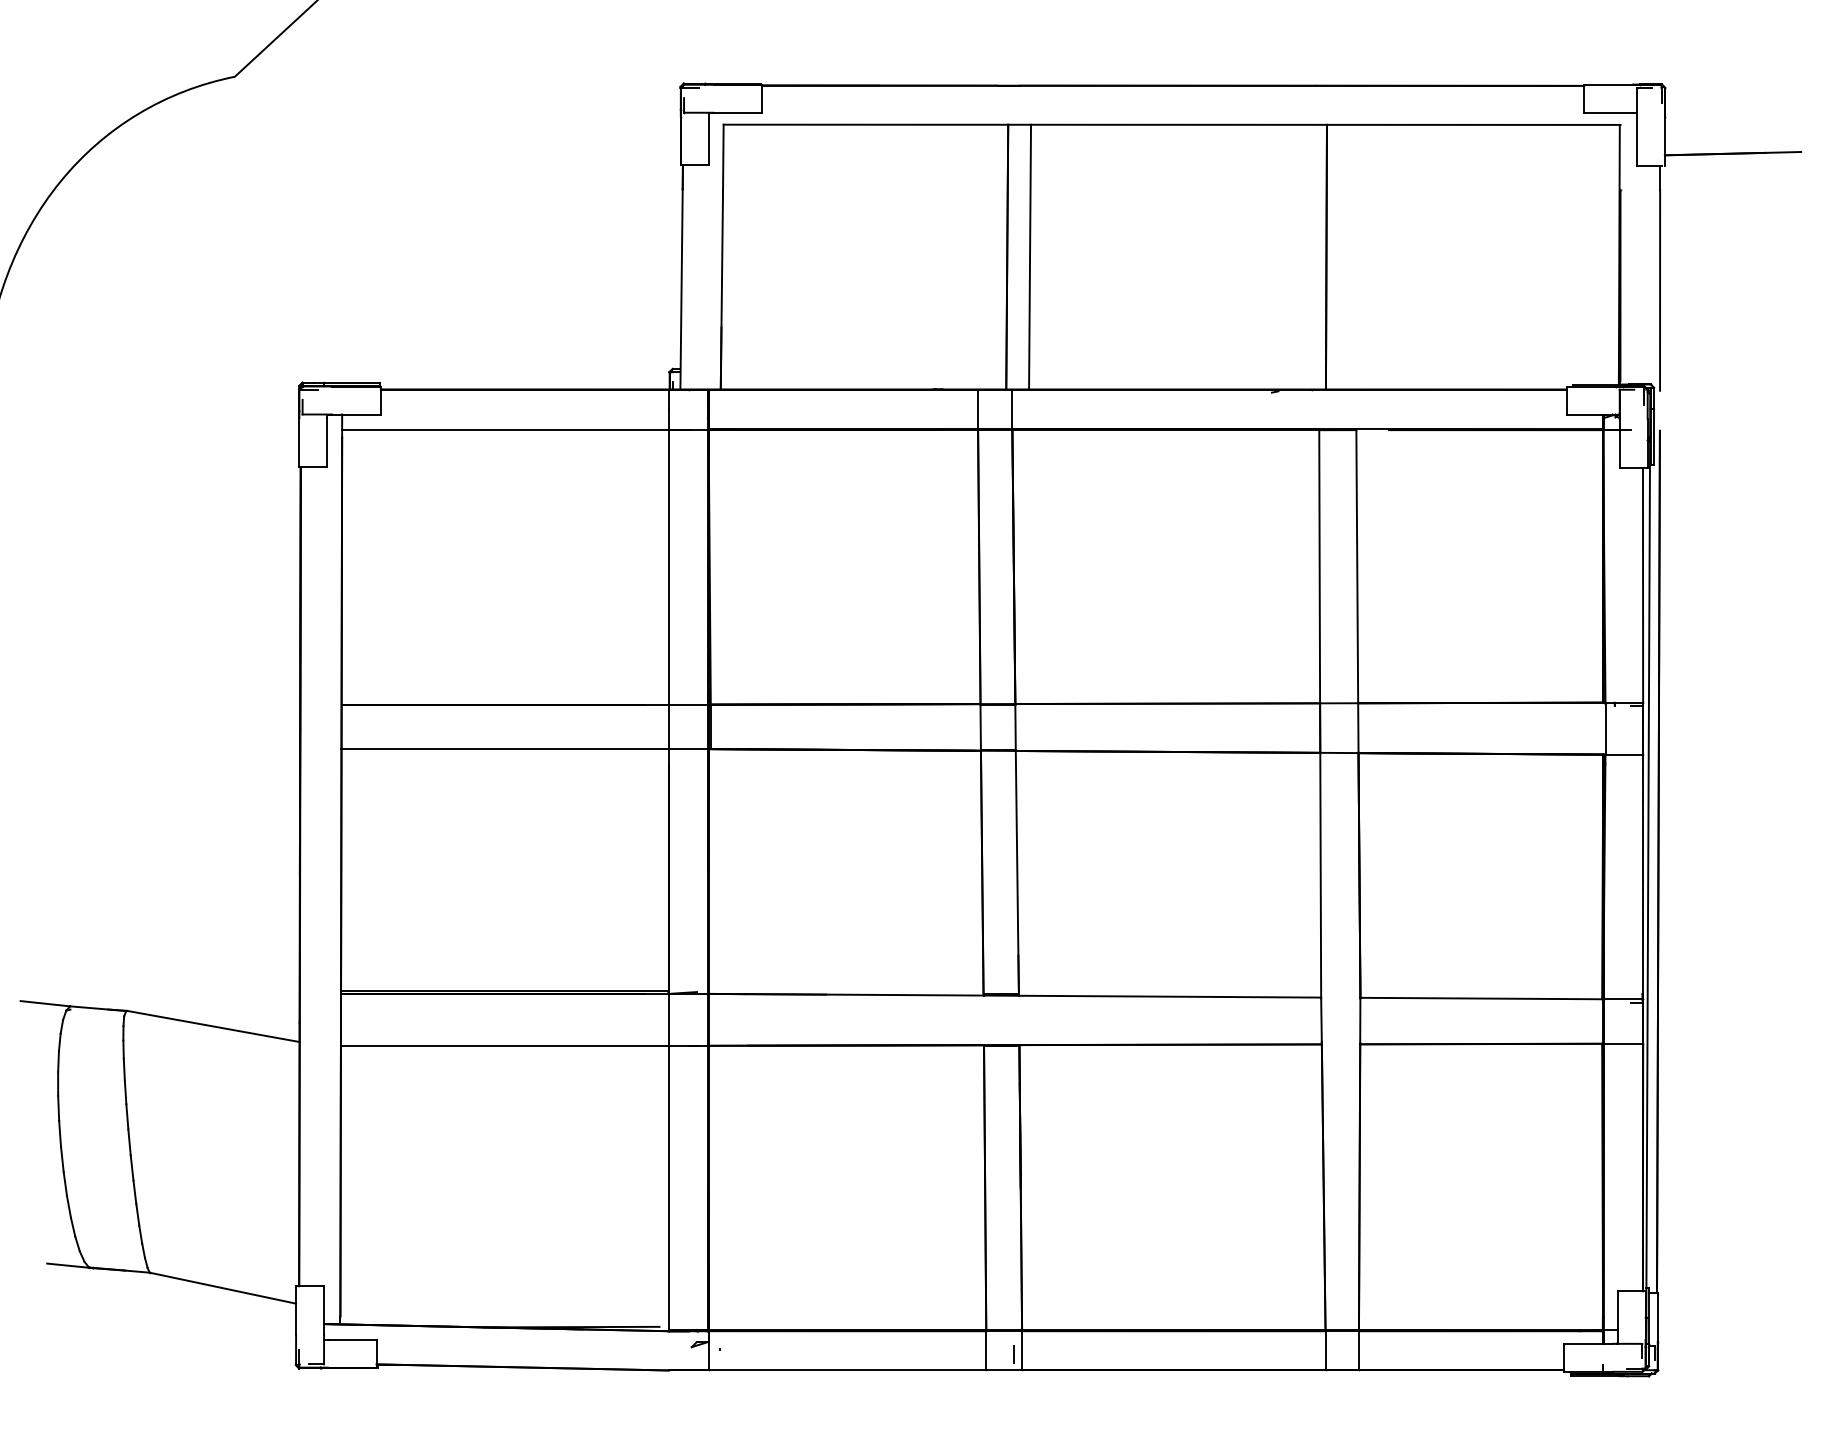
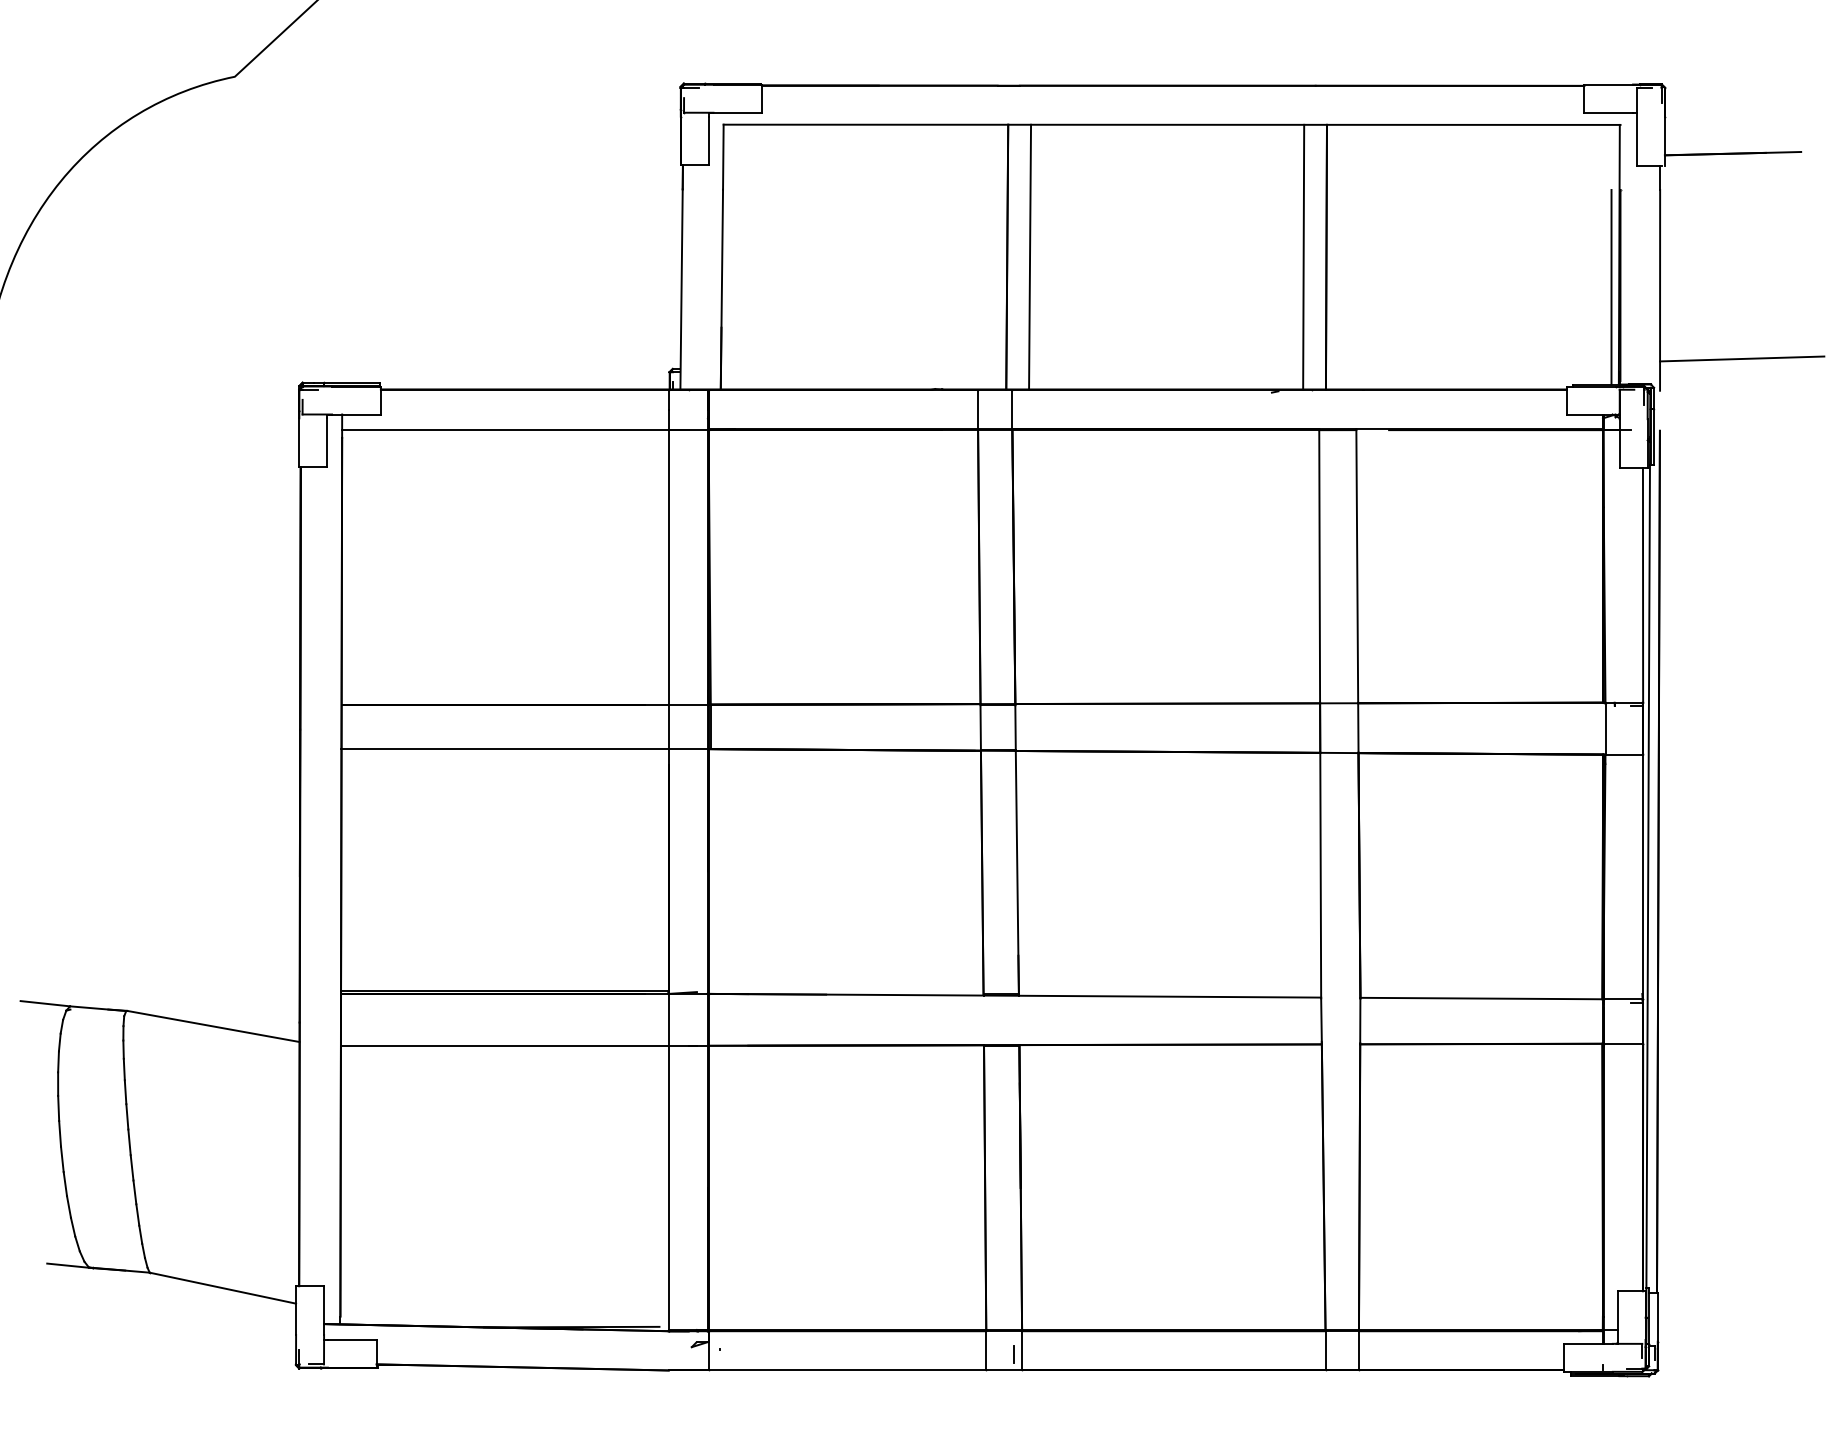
line at (1303, 256): none -> present
line at (1611, 287): none -> present
line at (1742, 358): none -> present
